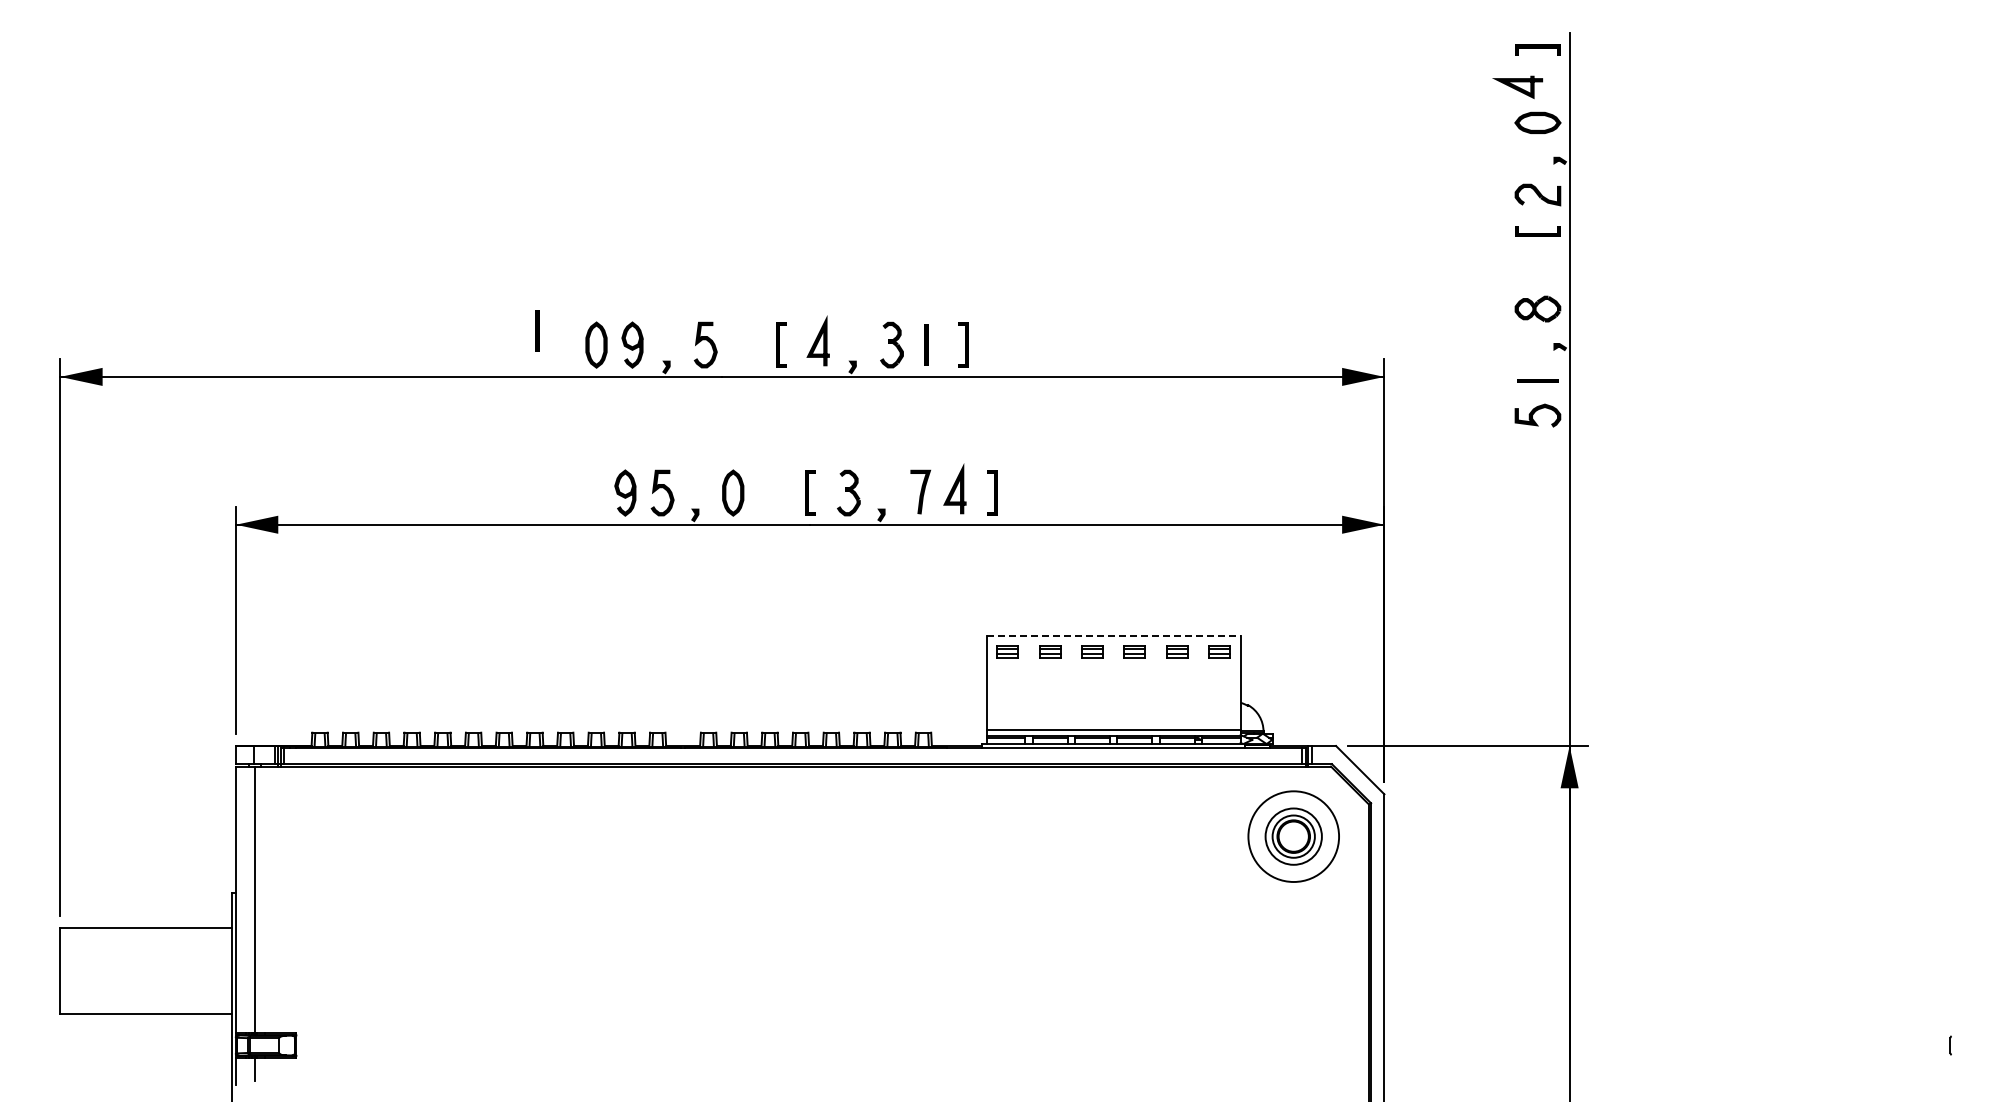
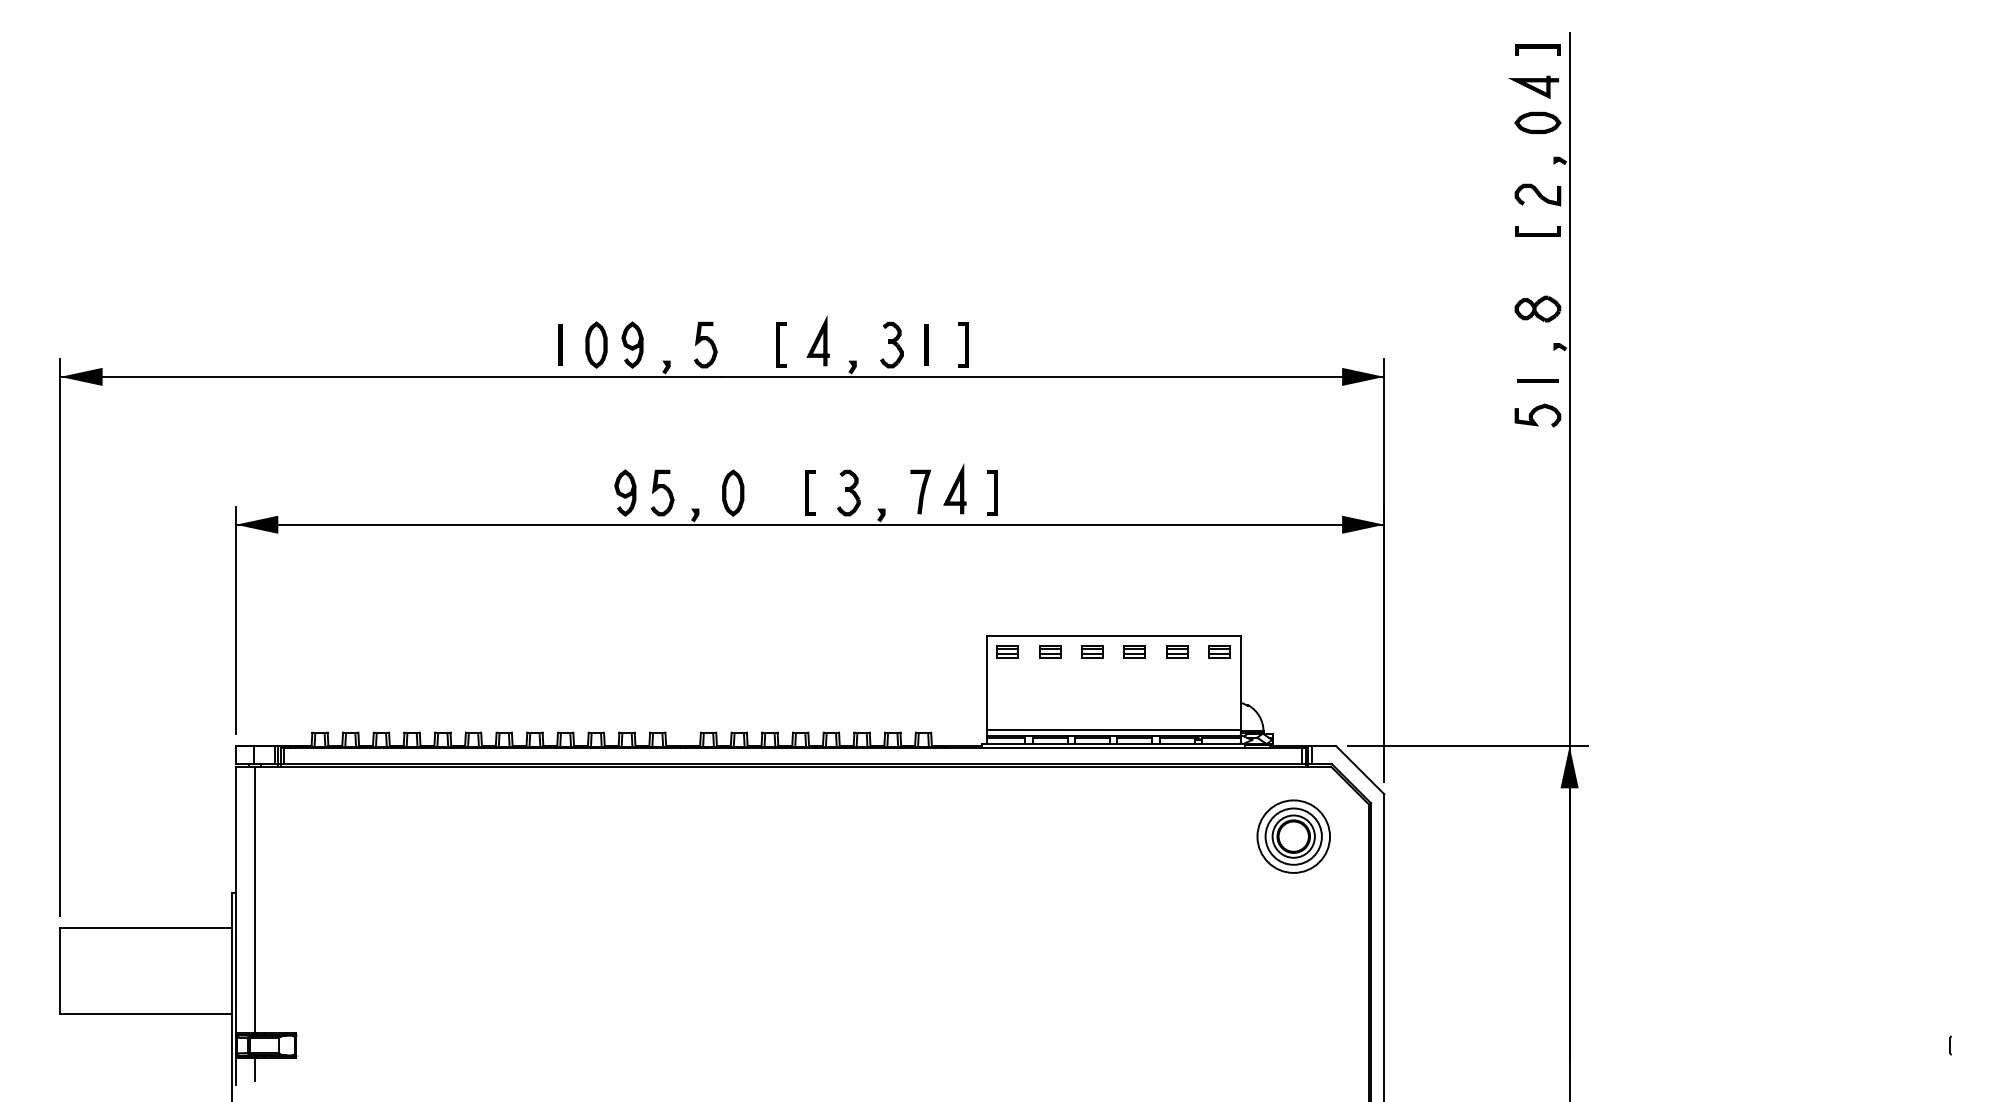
line at (1517, 87) position: (1517, 87) -> (1533, 87)
line at (537, 330) position: (537, 330) -> (560, 344)
line at (1113, 635): dashed -> solid
circle at (1293, 836) diameter: 91 px -> 73 px
